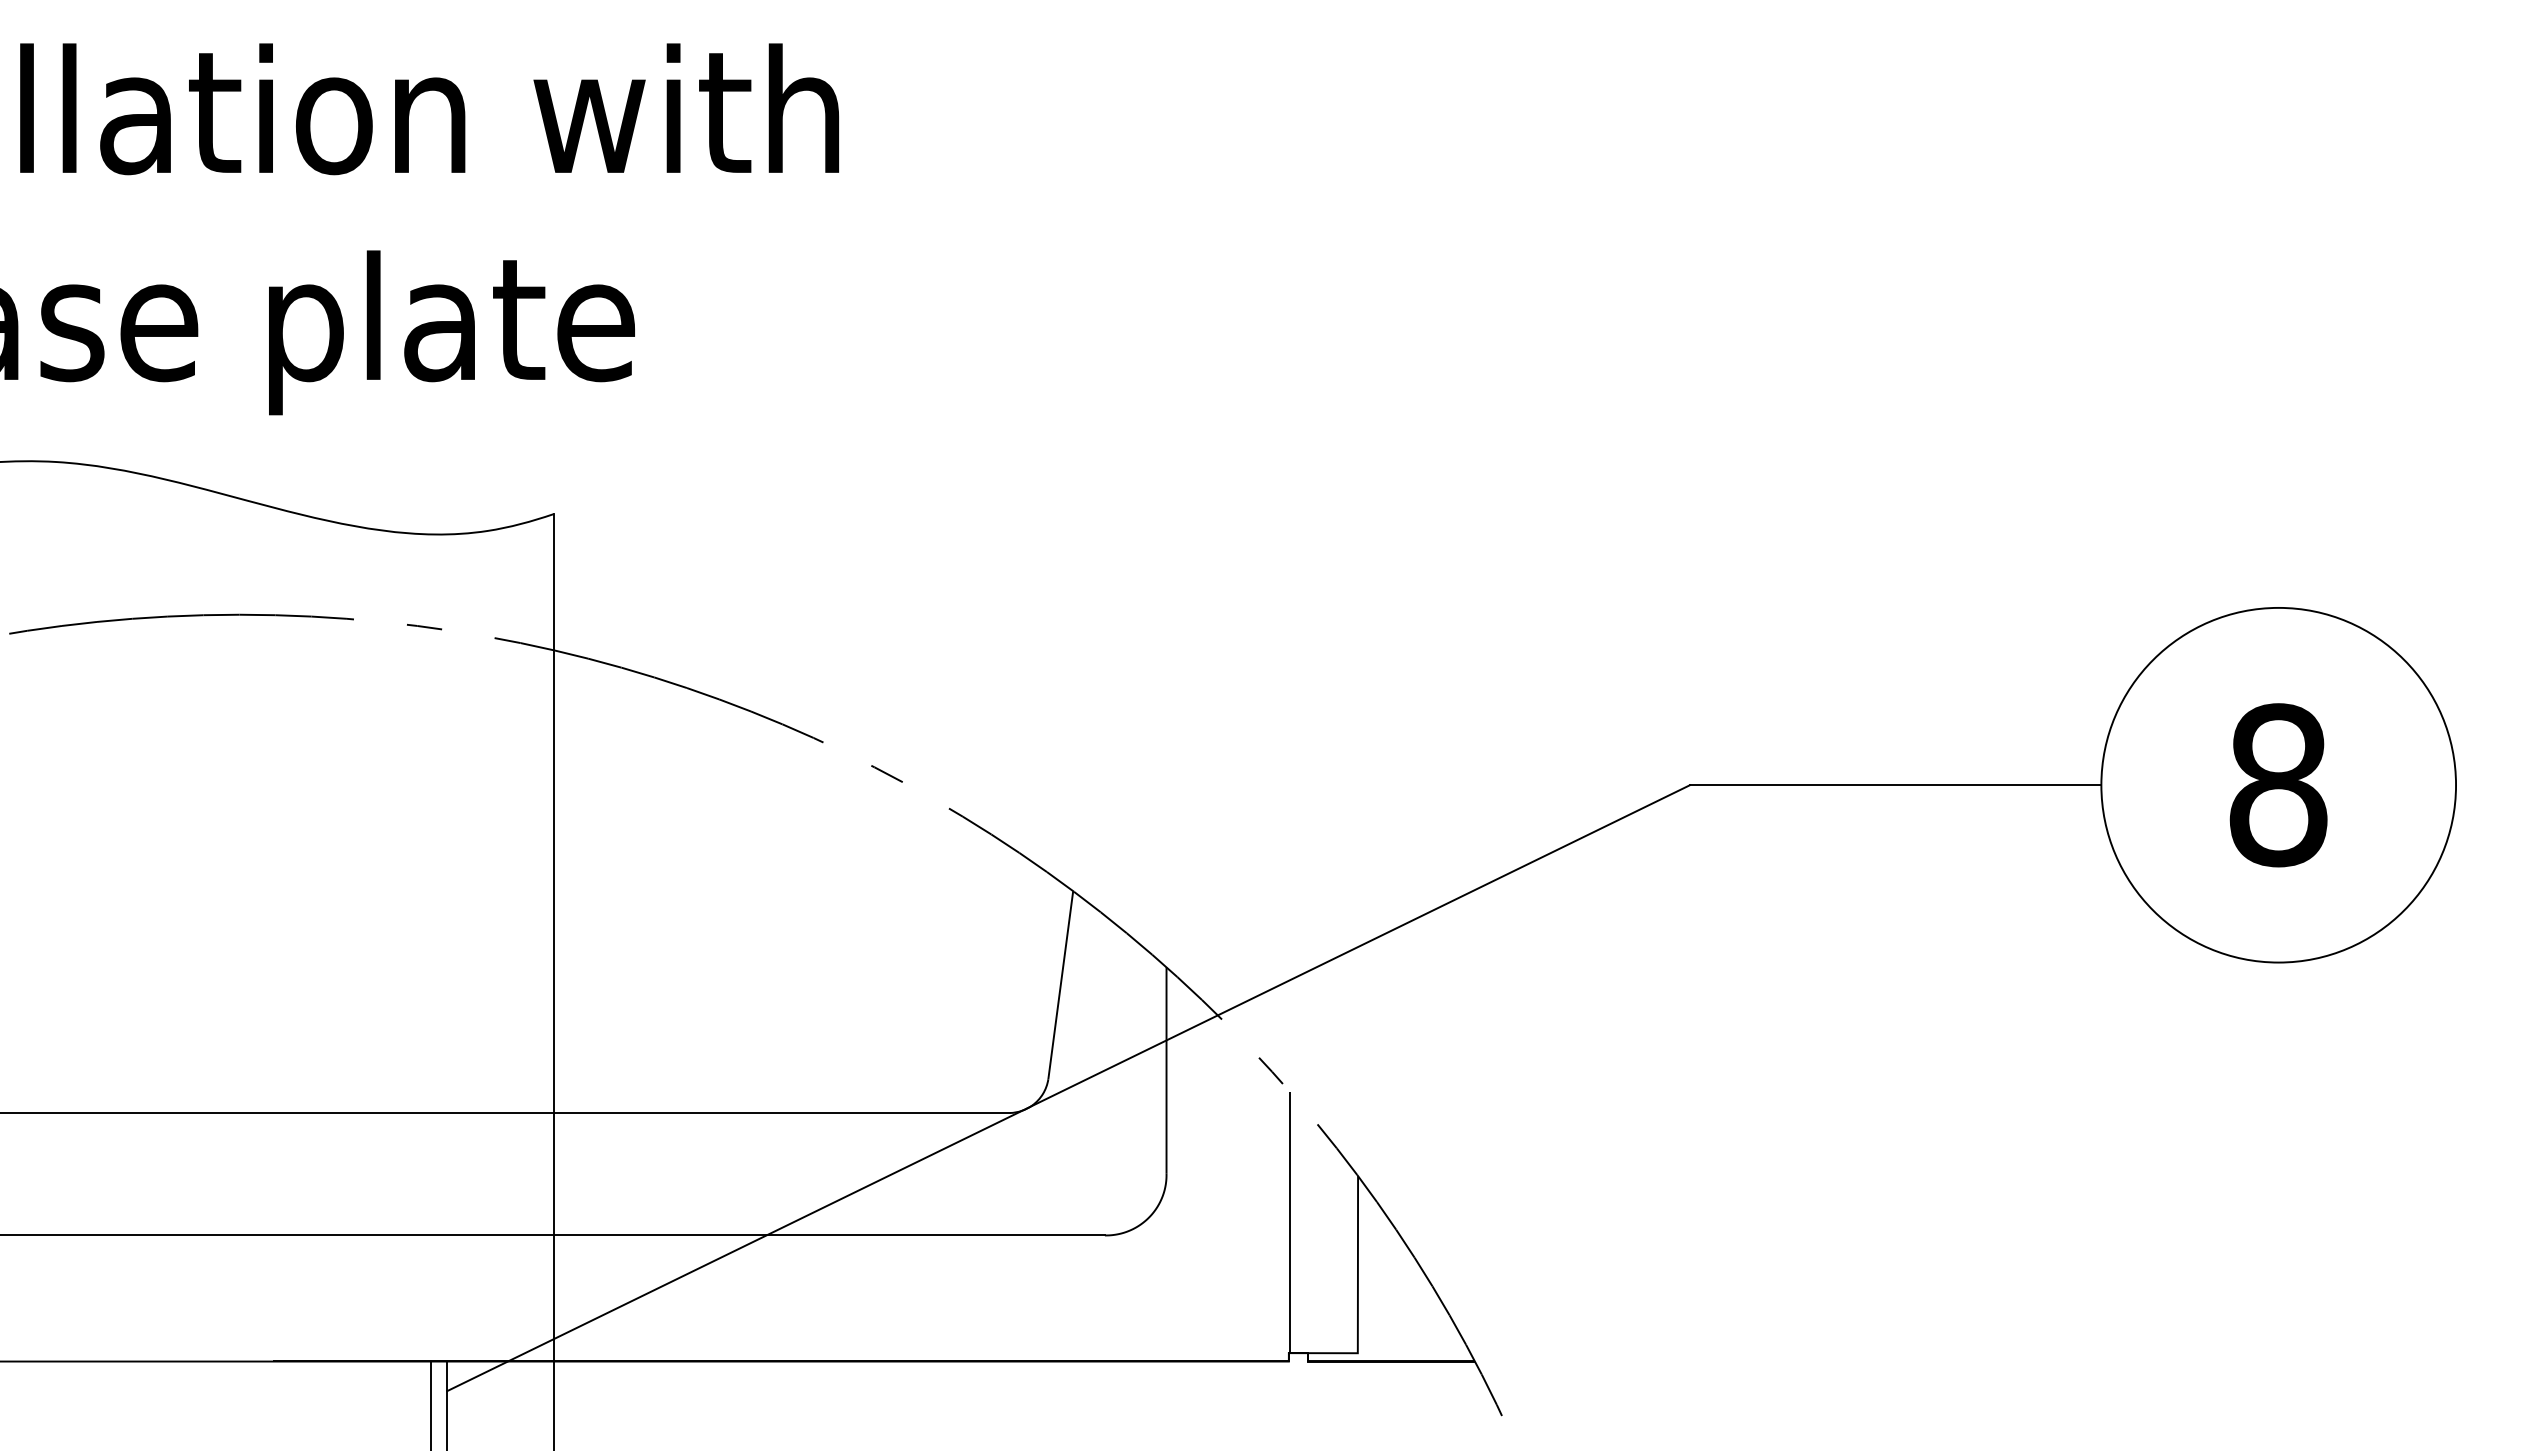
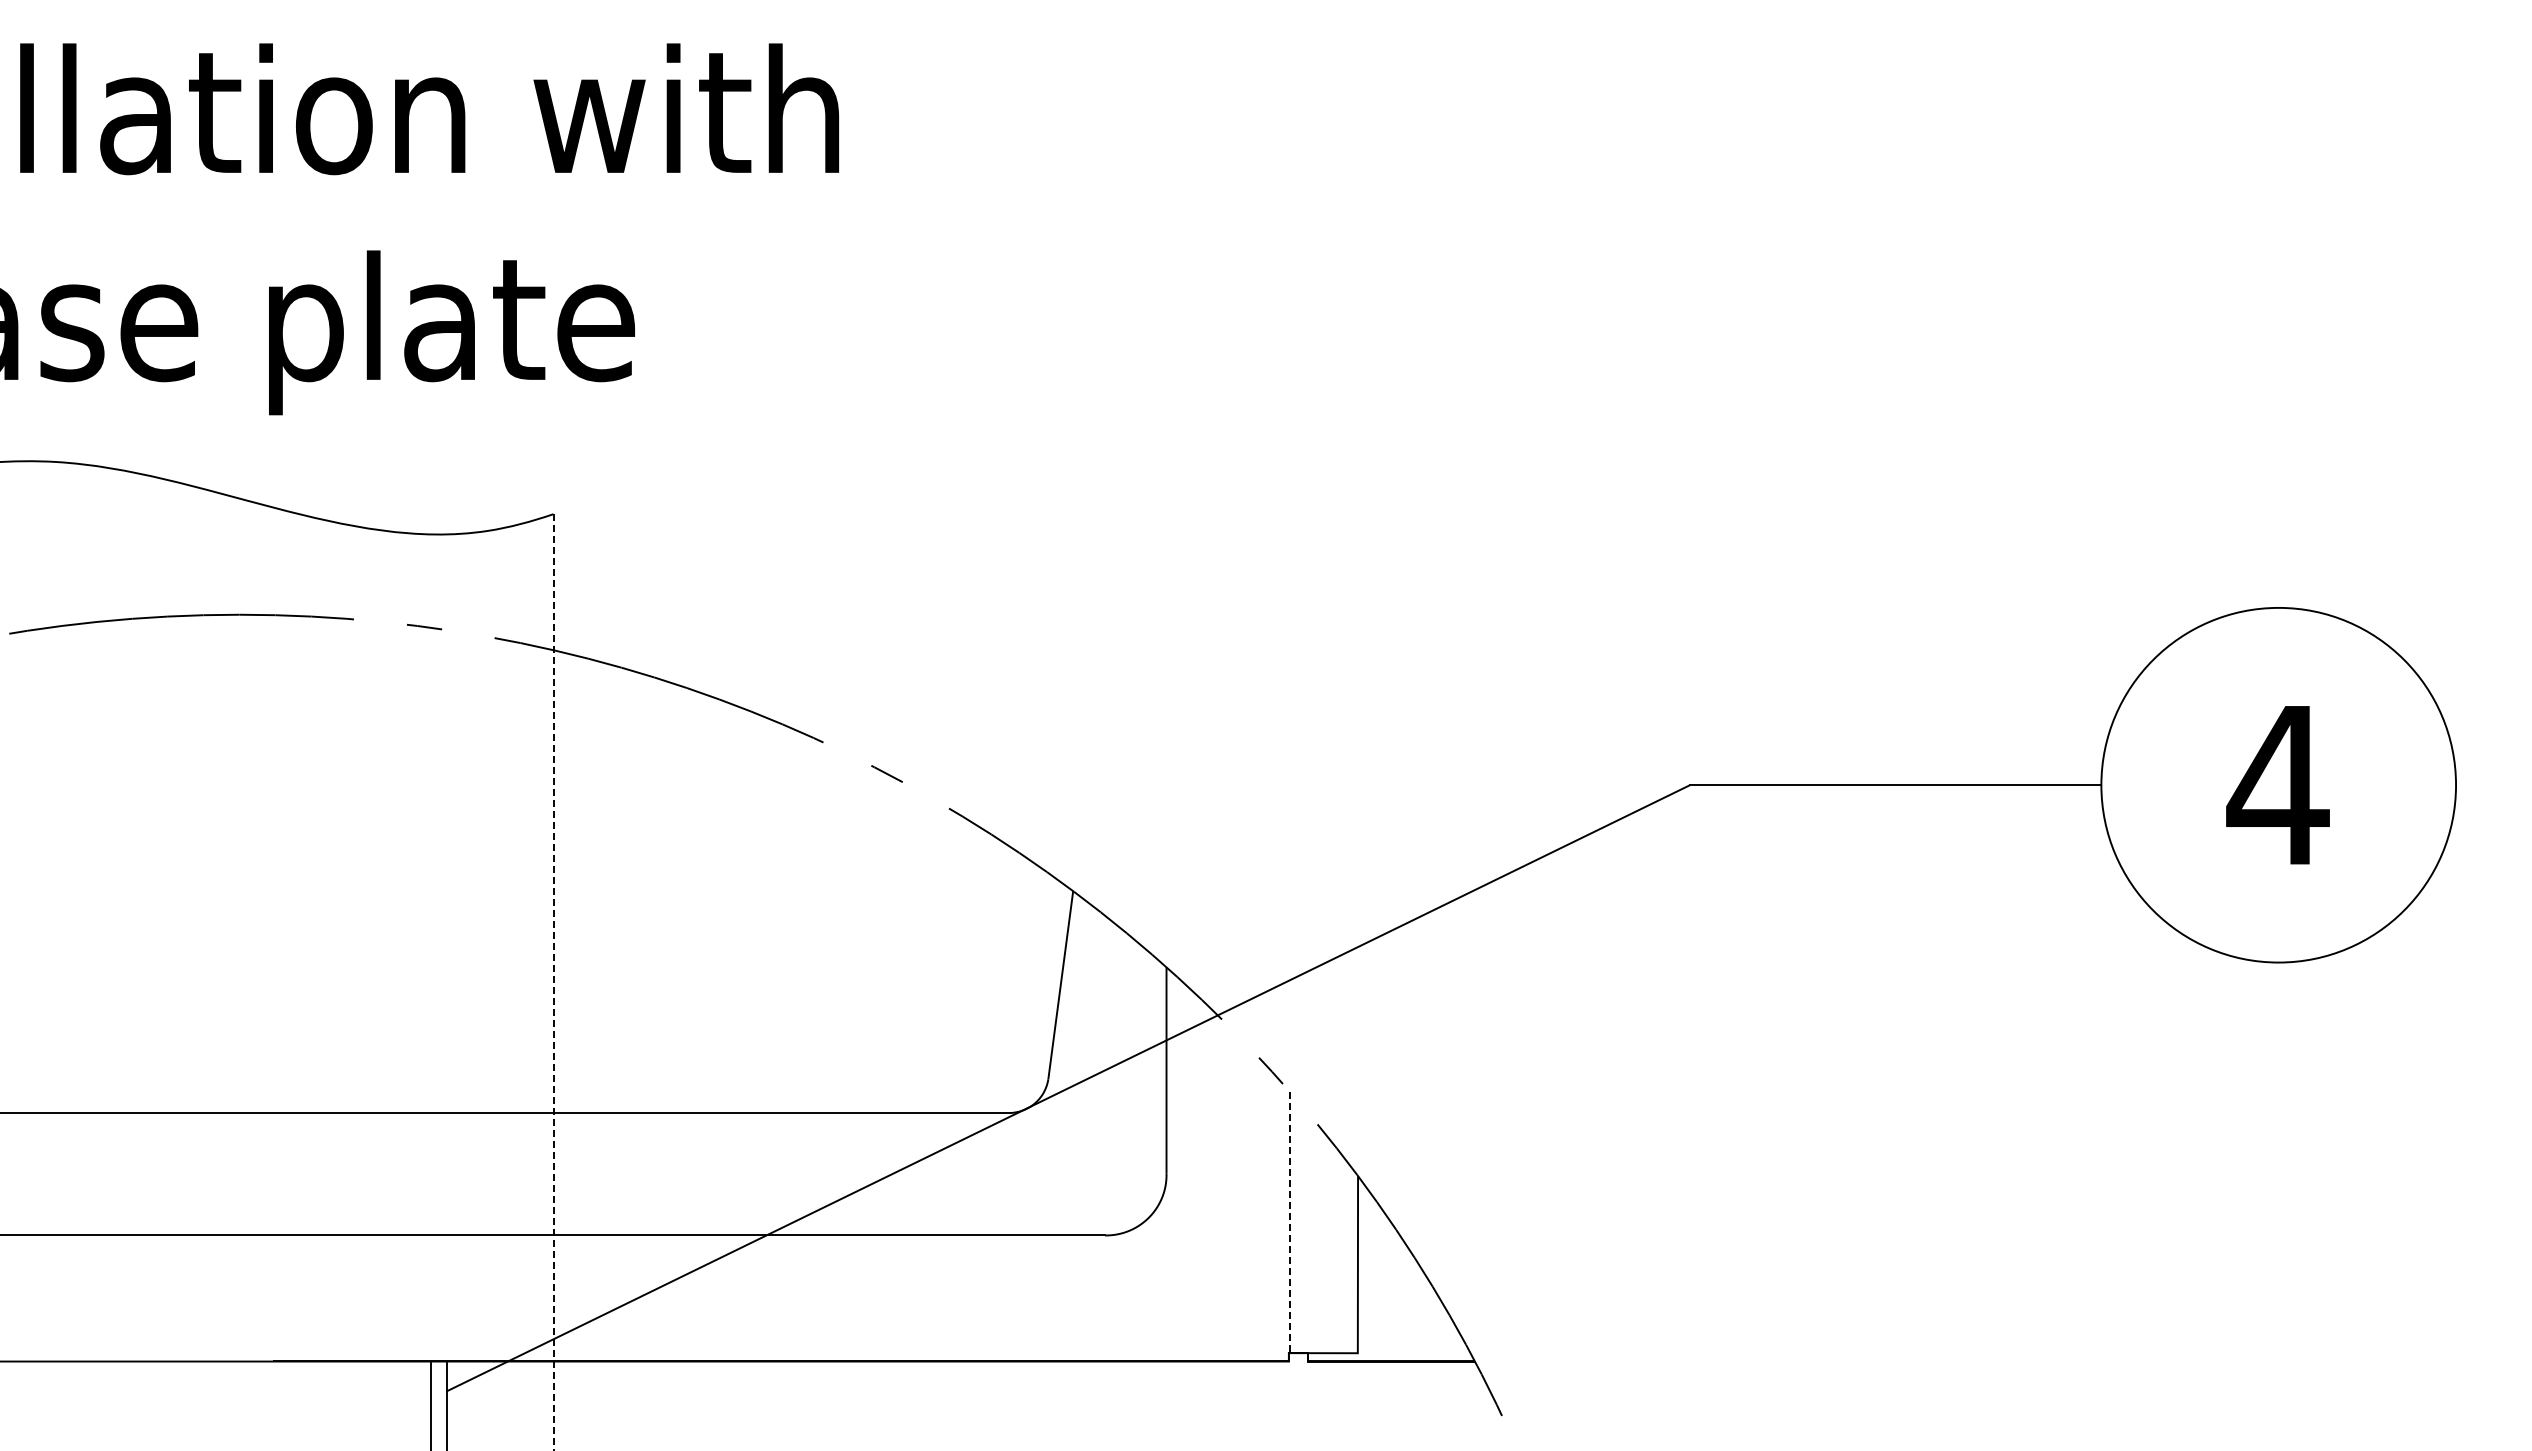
text at (2277, 785): 8 -> 4
line at (553, 982): solid -> dashed
line at (1290, 1223): solid -> dashed
